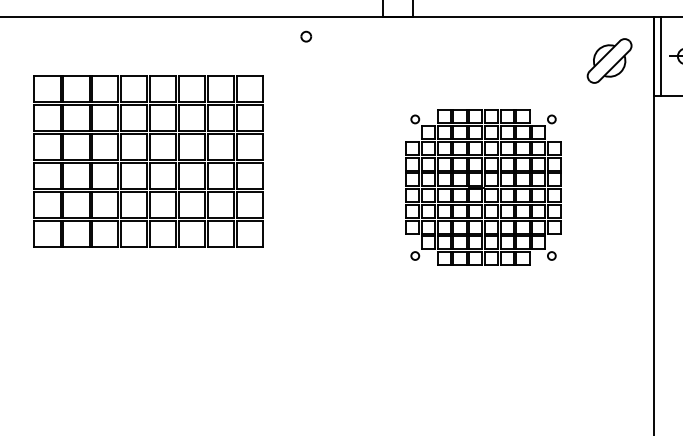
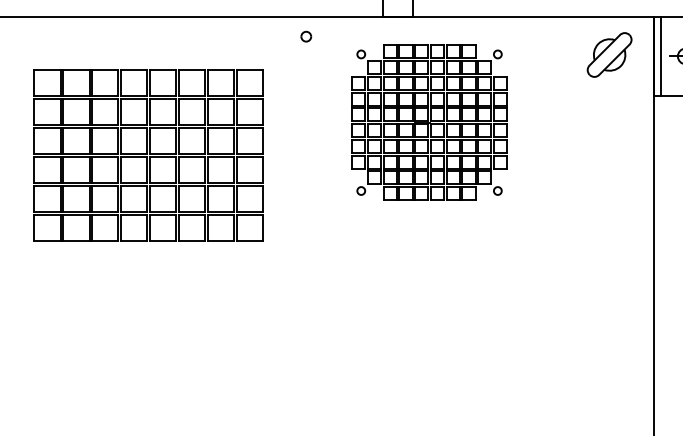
part at (609, 60) position: (609, 60) -> (609, 54)
part at (148, 161) position: (148, 161) -> (148, 155)
part at (483, 187) position: (483, 187) -> (429, 122)
